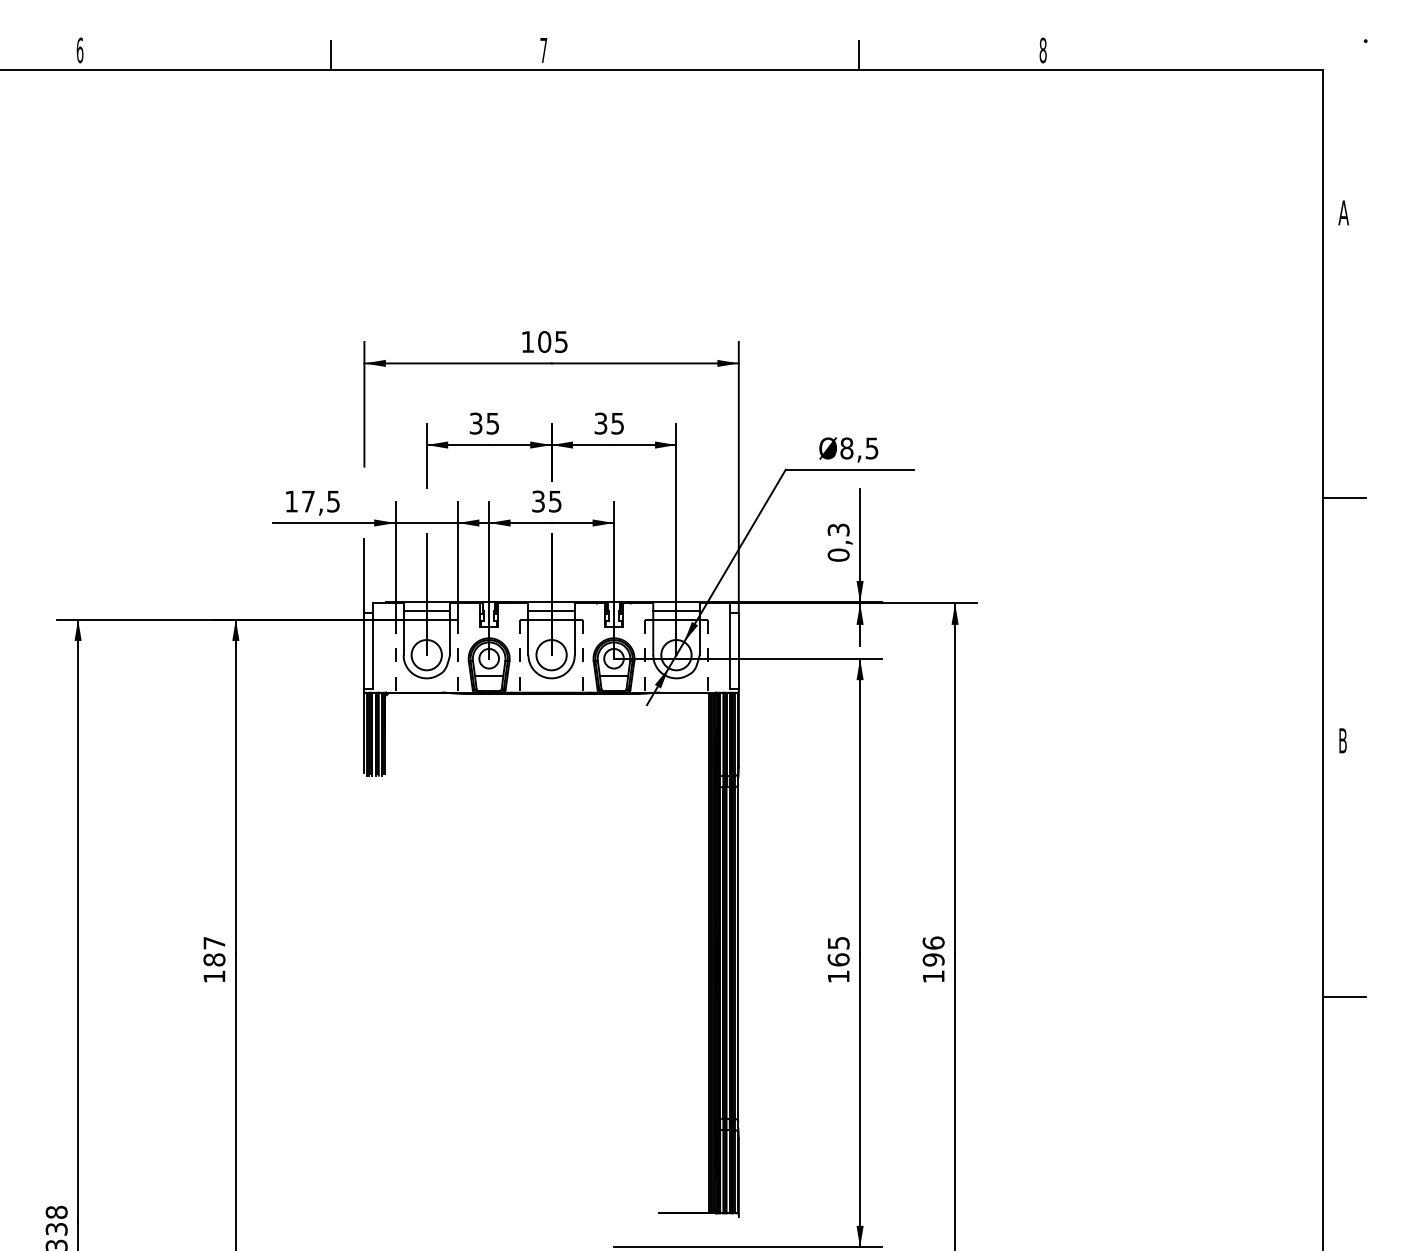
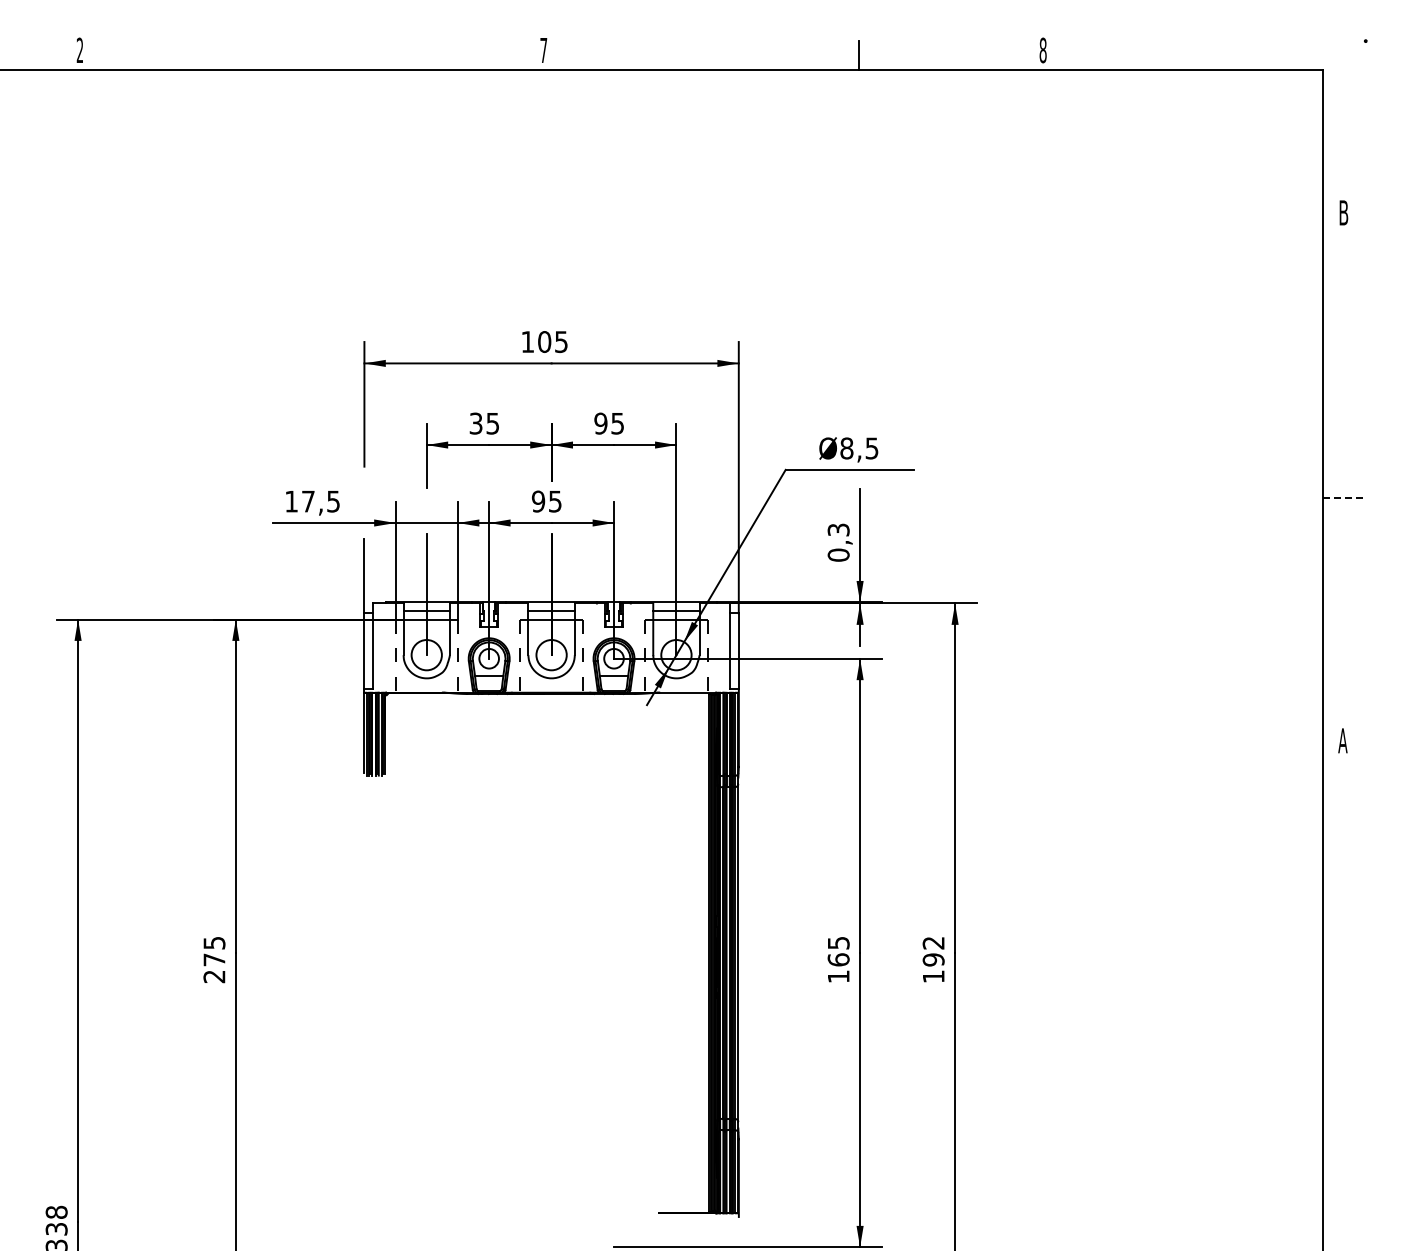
text at (79, 50): 6 -> 2
line at (331, 55): present -> none
text at (1343, 212): A -> B
text at (600, 423): 35 -> 95
line at (1344, 497): solid -> dashed
text at (538, 501): 35 -> 95
text at (1342, 740): B -> A
text at (933, 942): 196 -> 192
text at (214, 960): 187 -> 275
line at (1343, 997): present -> none
